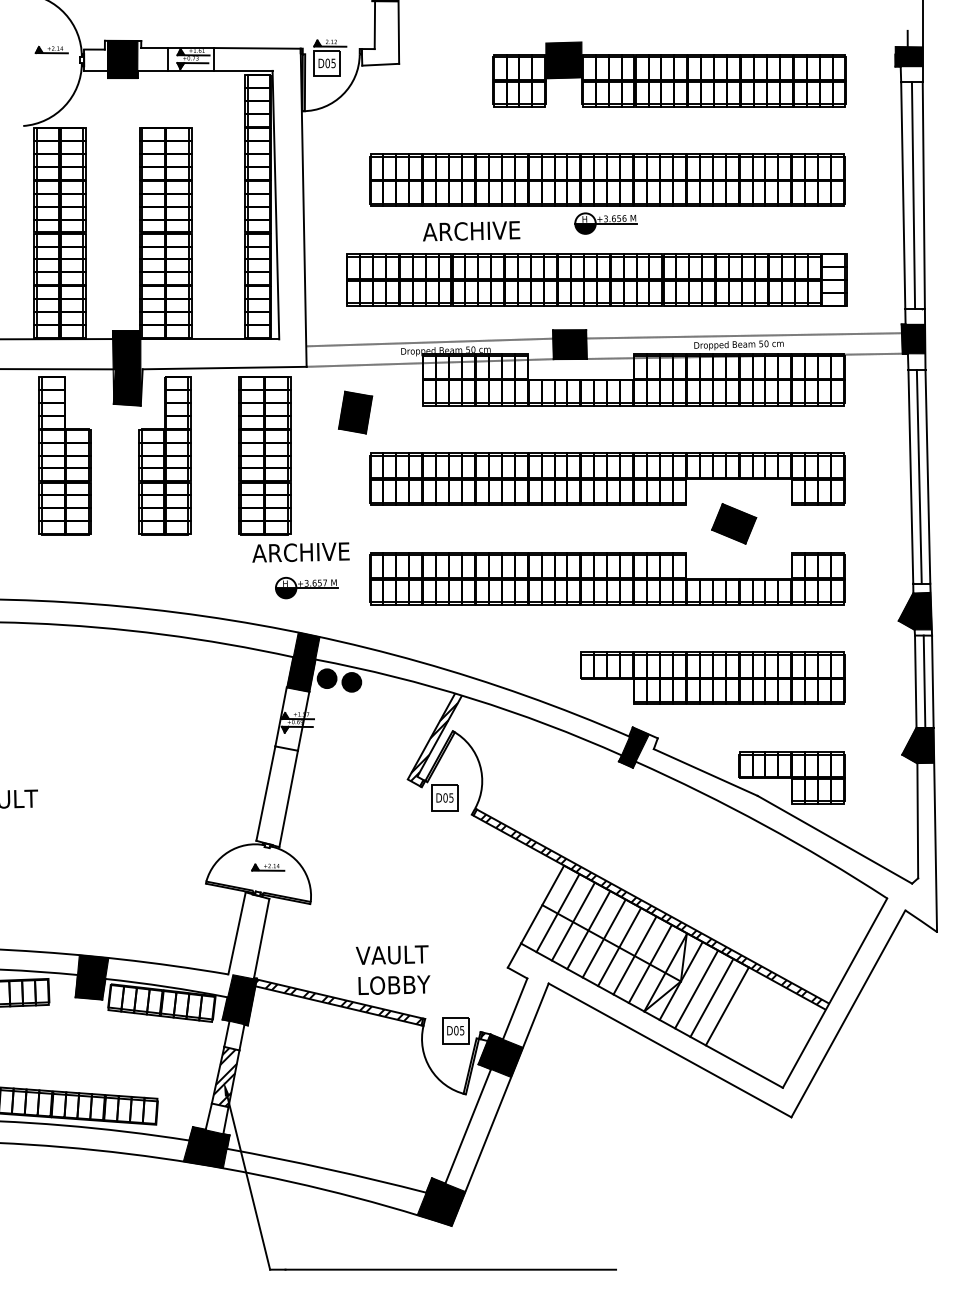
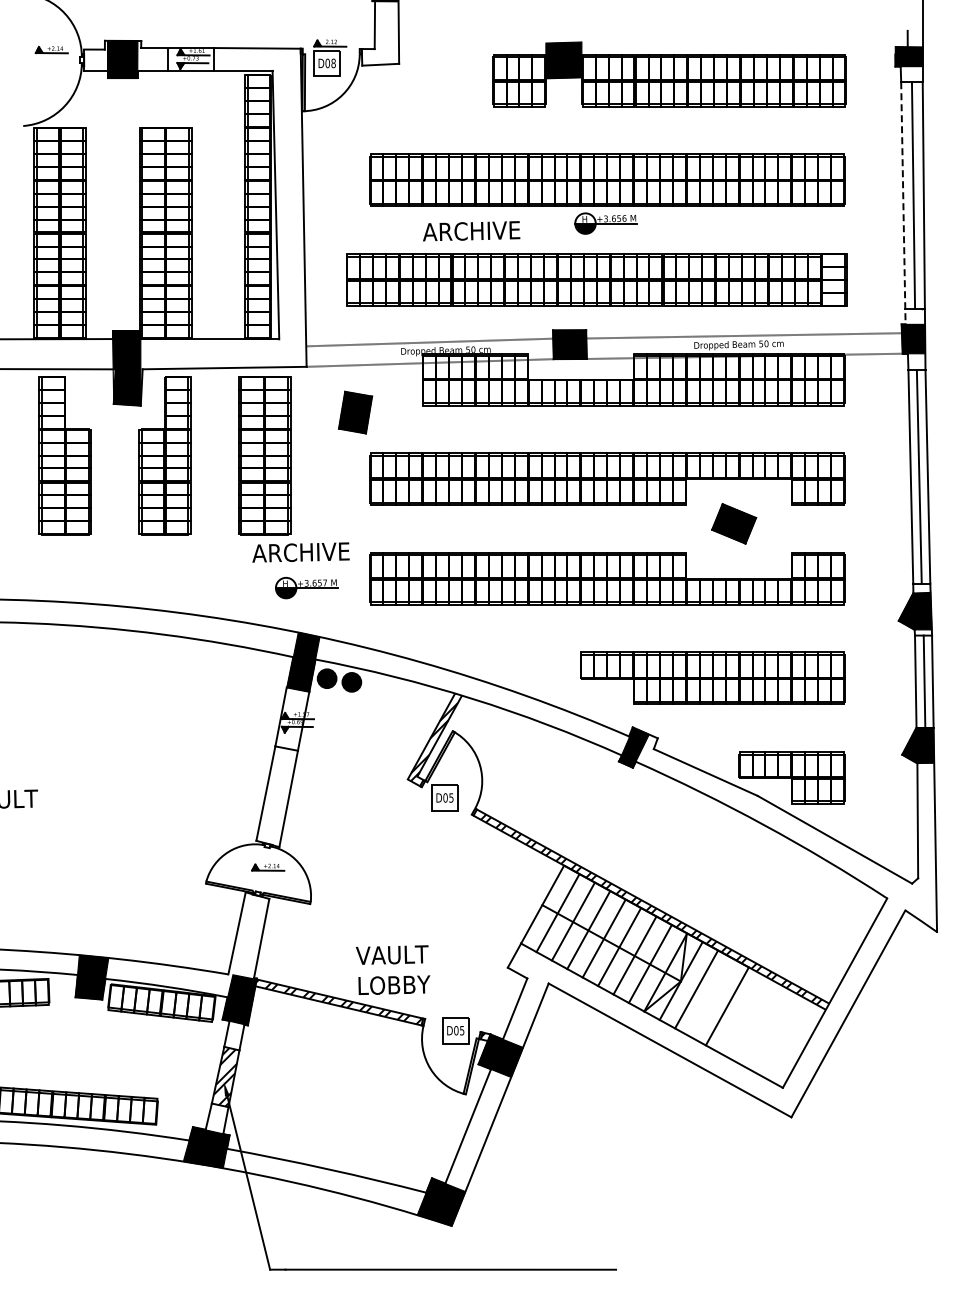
text at (333, 63): D05 -> D08
line at (903, 203): solid -> dashed
line at (711, 997): present -> none
